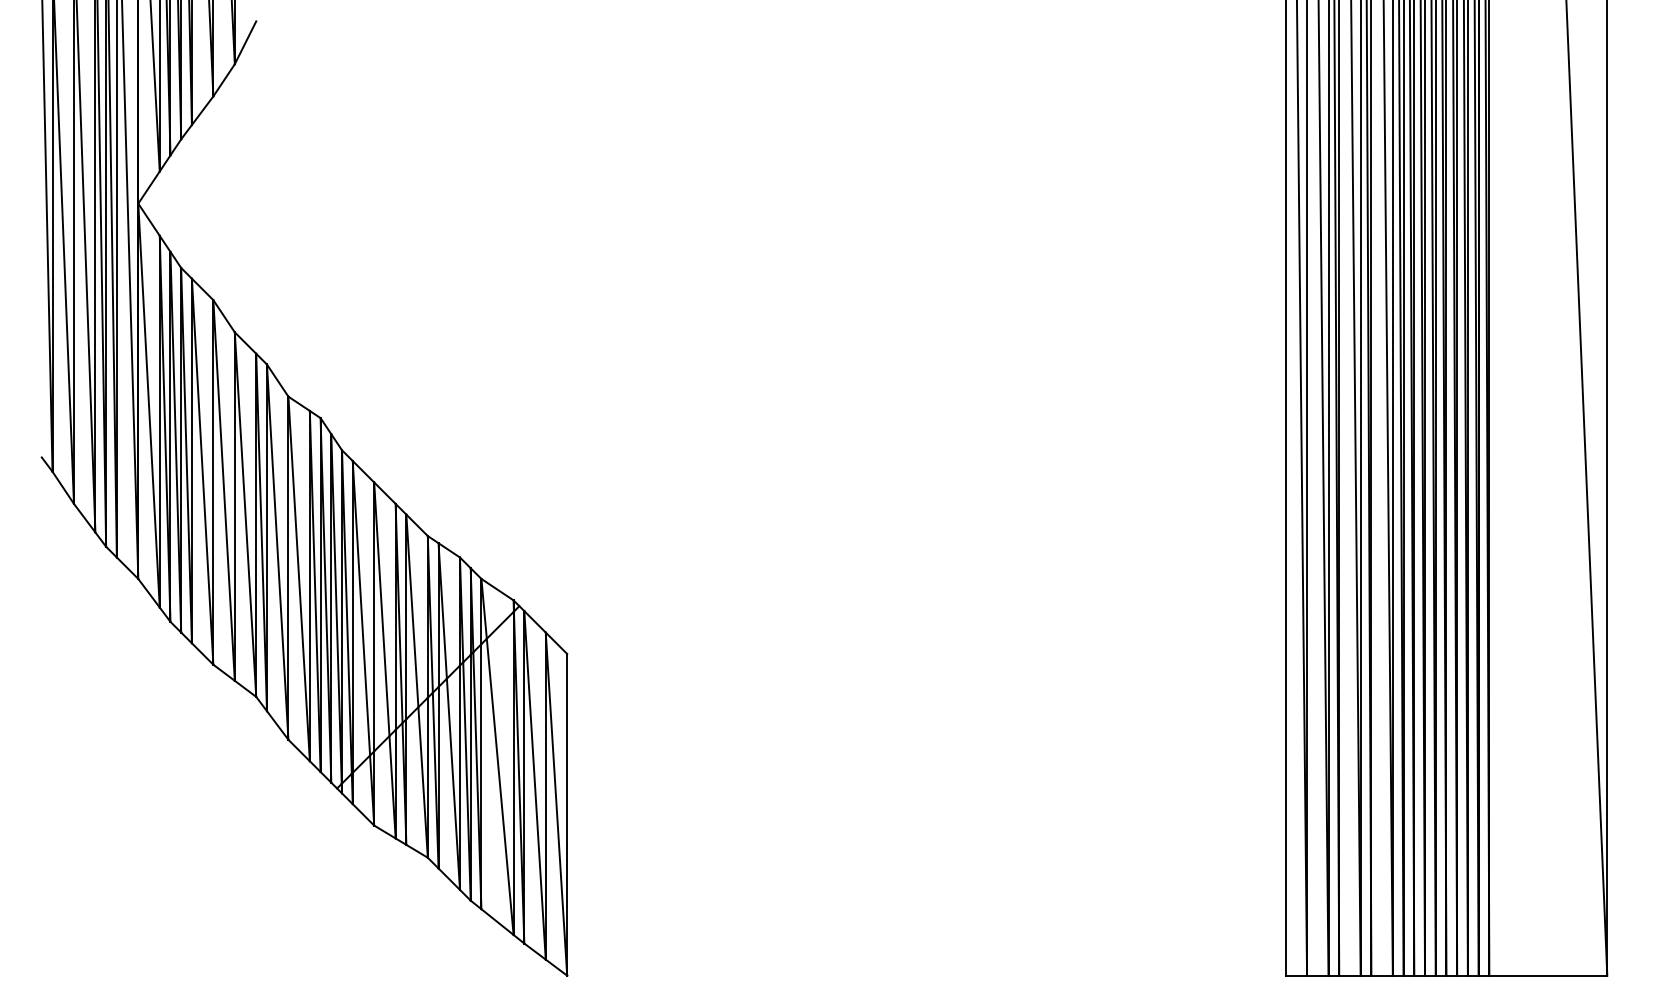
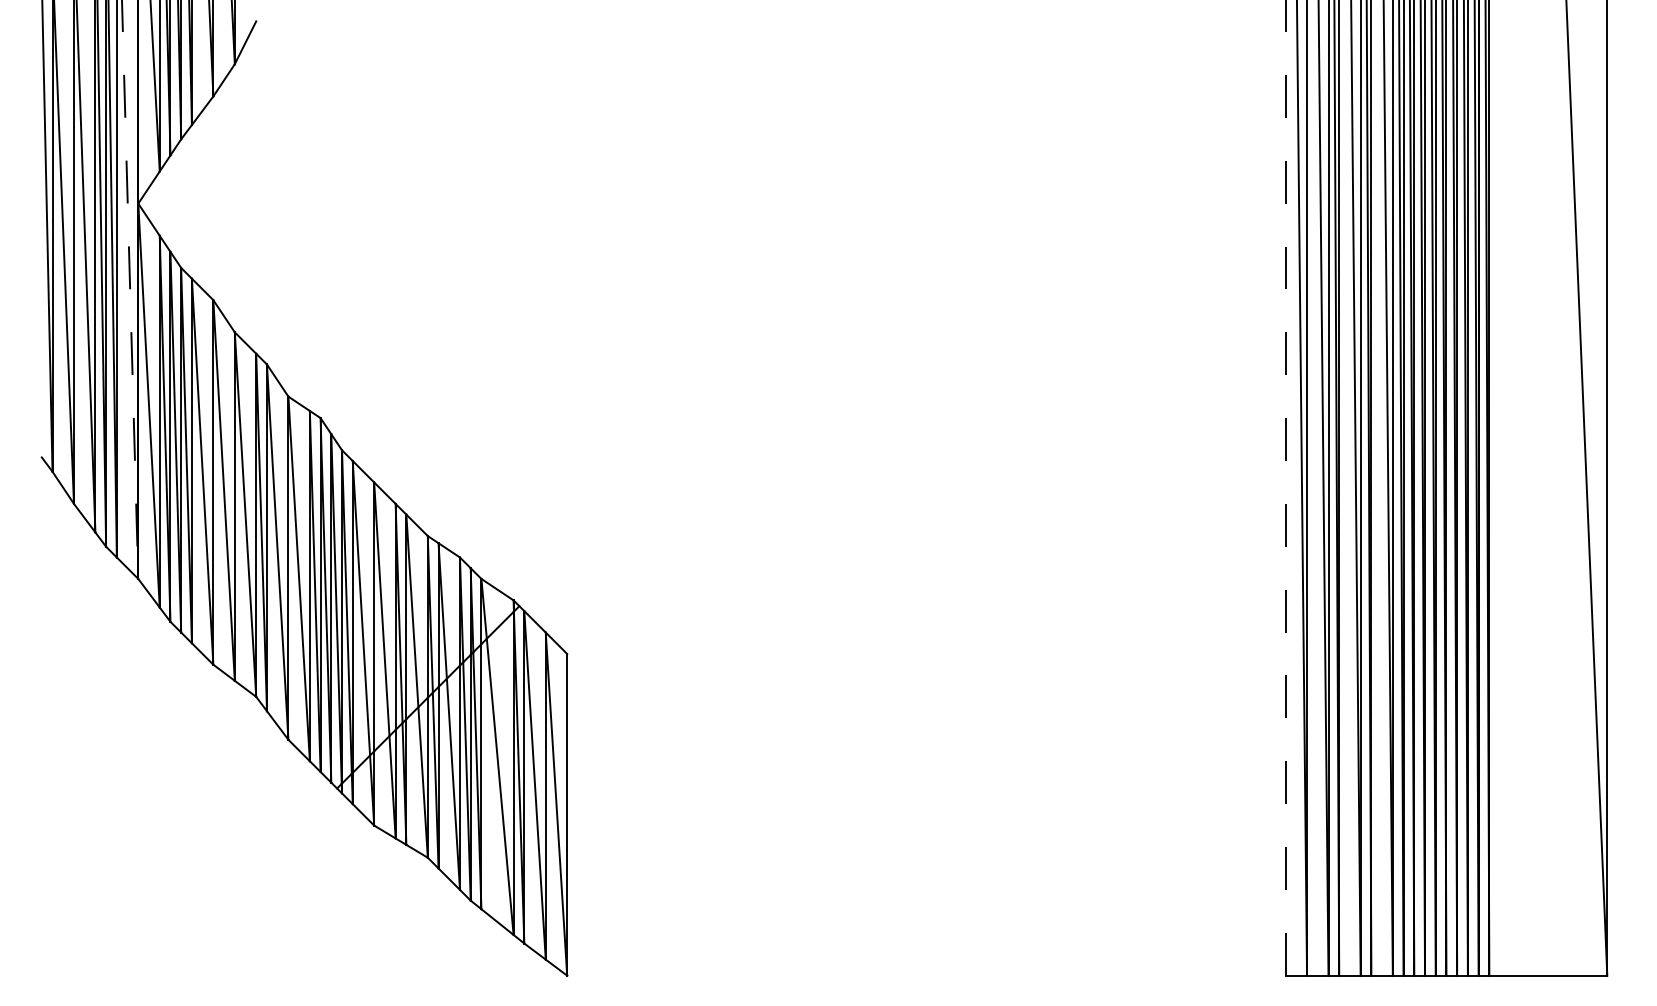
line at (130, 290): solid -> dashed
line at (1285, 487): solid -> dashed
